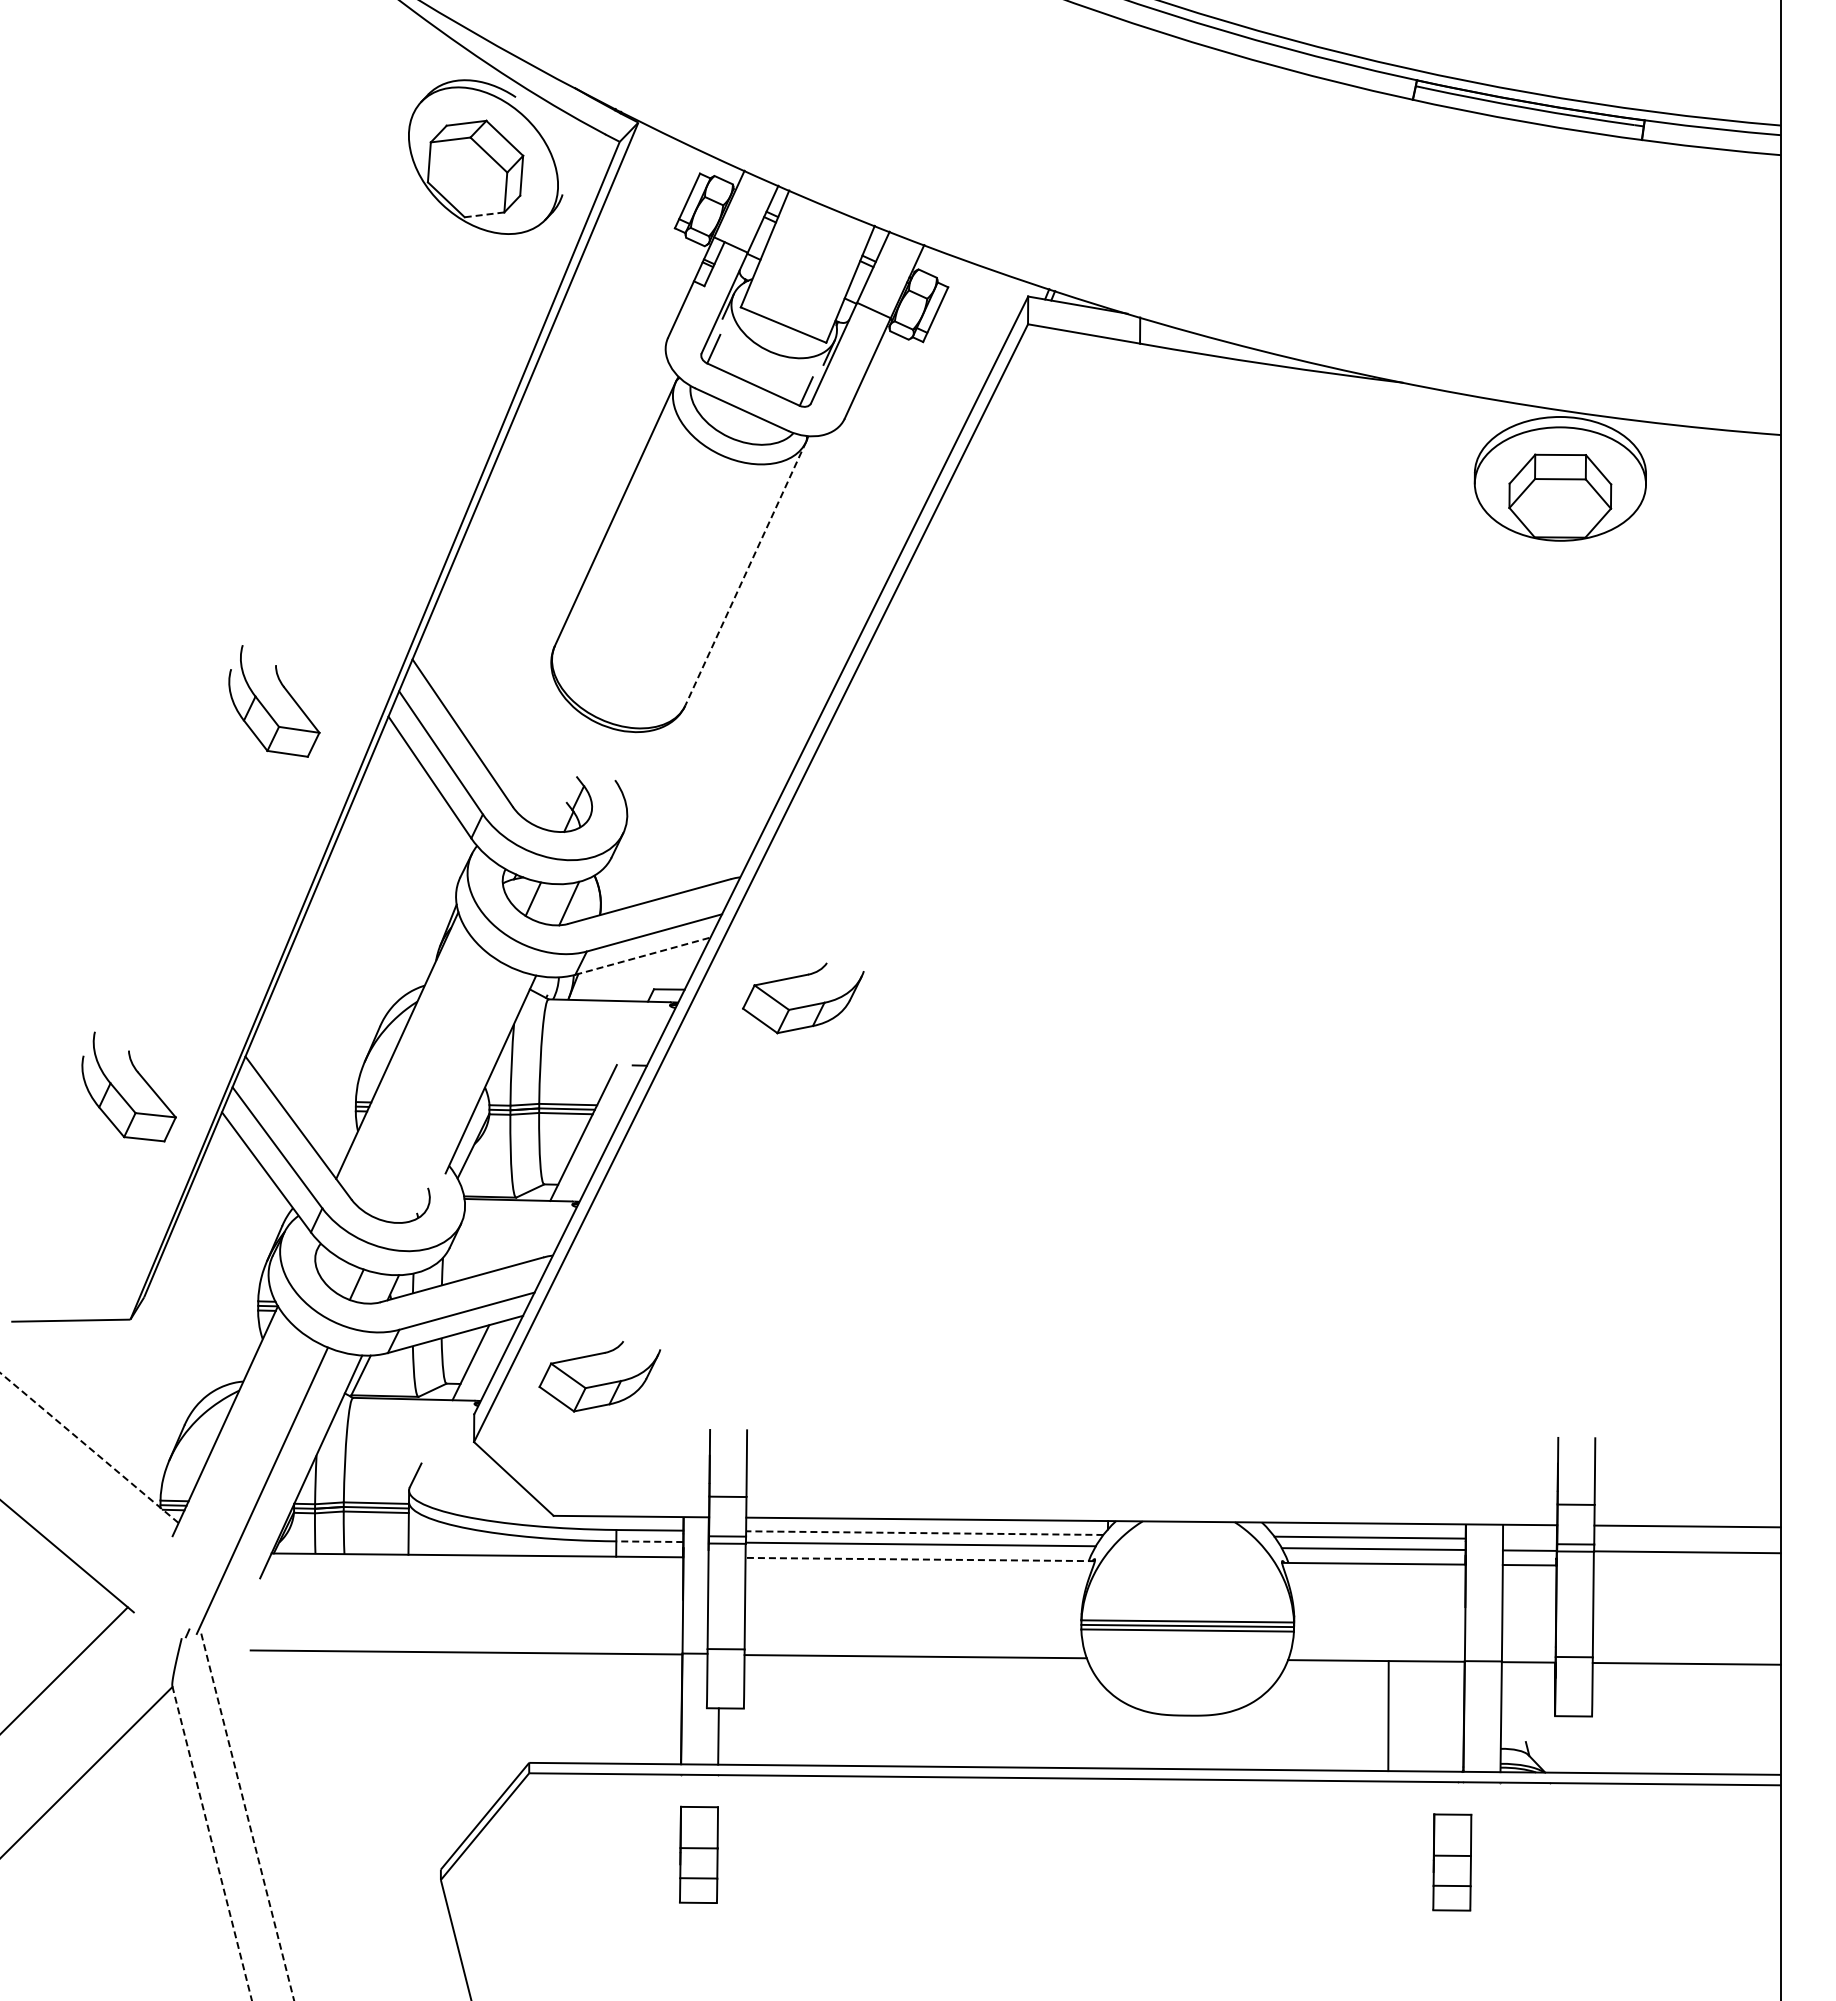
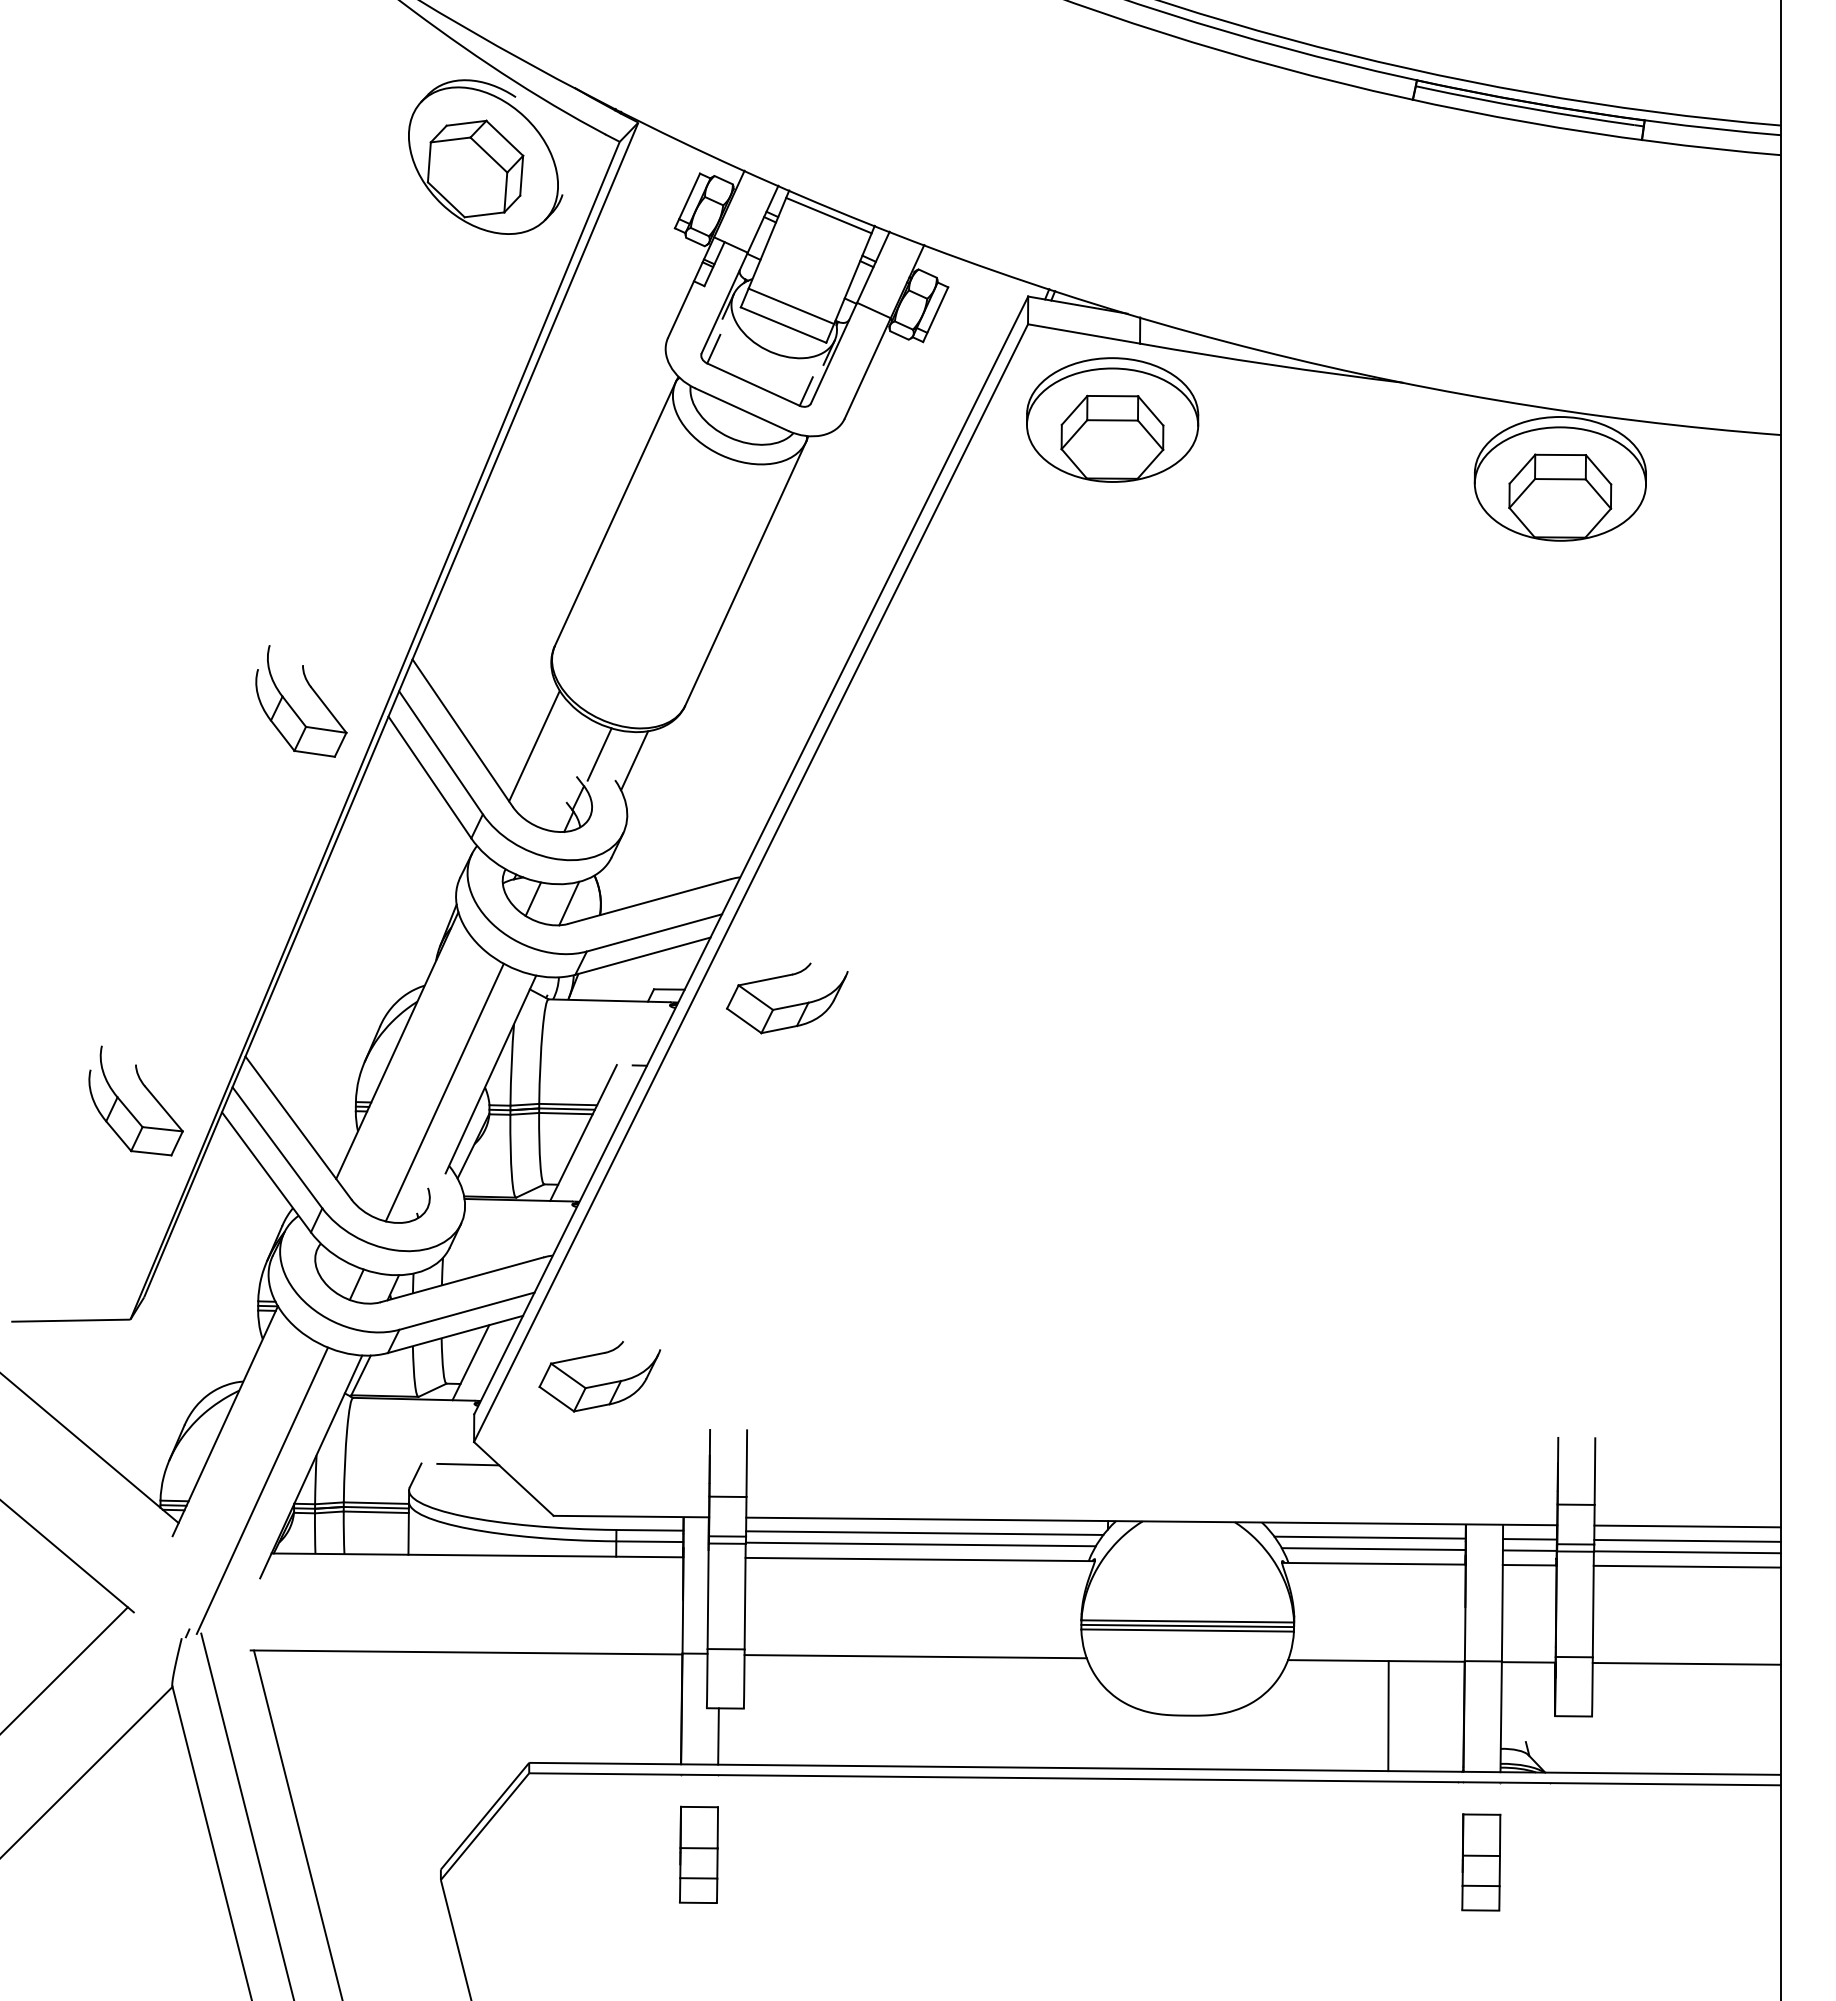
line at (484, 214): dashed -> solid
line at (828, 215): none -> present
line at (791, 306): none -> present
part at (1112, 419): none -> present
line at (745, 574): dashed -> solid
part at (265, 707) position: (265, 707) -> (292, 707)
line at (534, 745): none -> present
line at (599, 754): none -> present
line at (634, 760): none -> present
line at (643, 956): dashed -> solid
part at (804, 1005) position: (804, 1005) -> (788, 1005)
line at (444, 1092): none -> present
part at (120, 1093) position: (120, 1093) -> (127, 1107)
line at (89, 1447): dashed -> solid
line at (468, 1464): none -> present
line at (924, 1533): dashed -> solid
line at (1529, 1539): none -> present
line at (1687, 1540): none -> present
line at (649, 1541): dashed -> solid
line at (920, 1559): dashed -> solid
line at (1686, 1566): none -> present
line at (247, 1817): dashed -> solid
line at (297, 1823): none -> present
line at (212, 1843): dashed -> solid
part at (1452, 1862) position: (1452, 1862) -> (1481, 1862)
